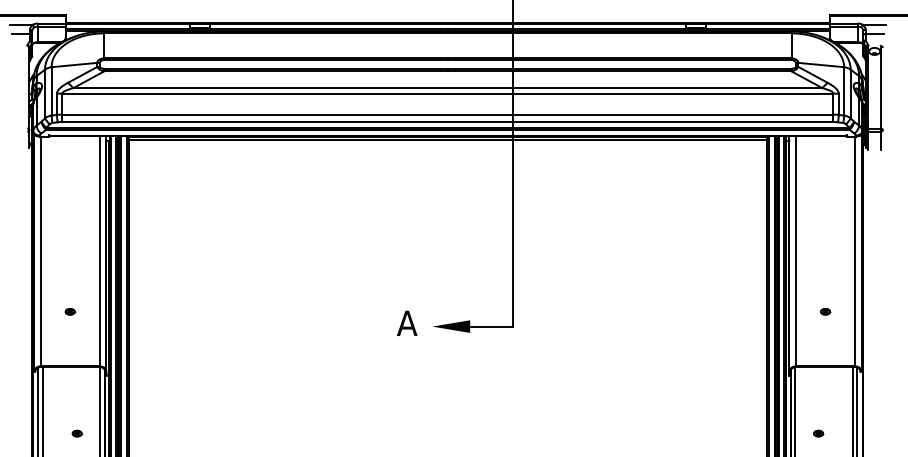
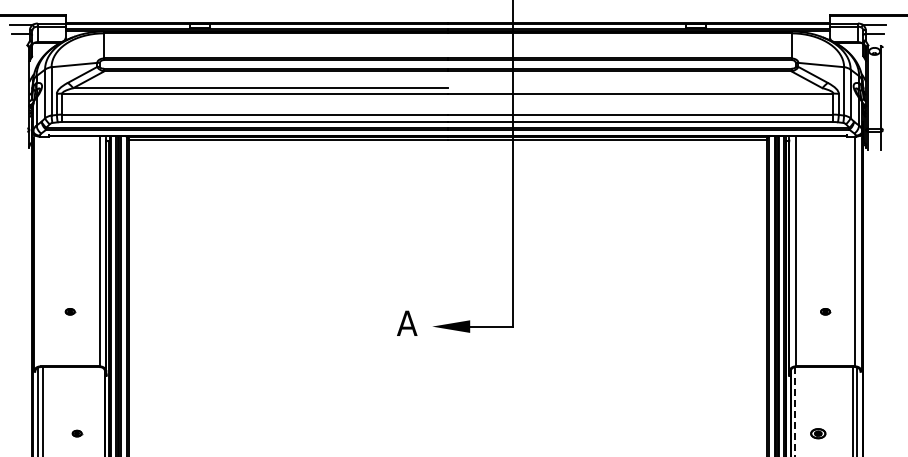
line at (634, 88): present -> none
line at (40, 251): present -> none
line at (100, 410): present -> none
line at (795, 411): solid -> dashed
part at (818, 433) size: 12x9 px -> 17x12 px
